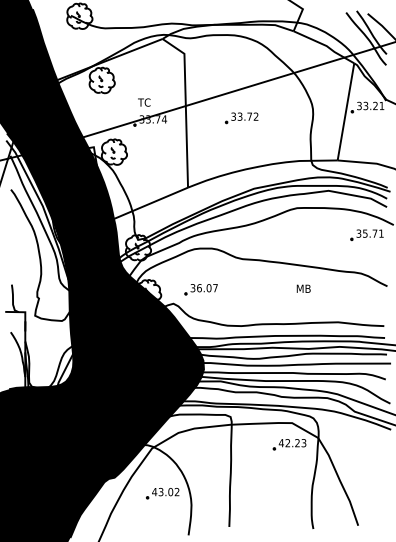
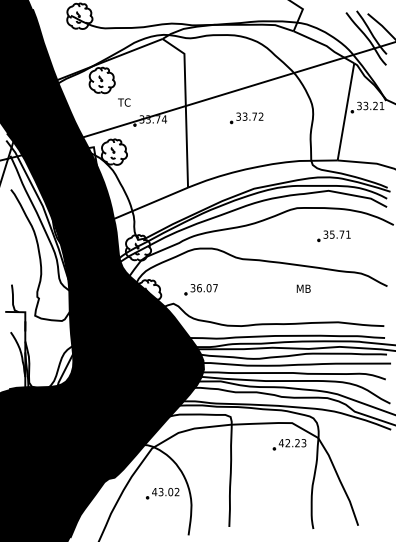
text at (144, 102) position: (144, 102) -> (124, 102)
part at (241, 118) position: (241, 118) -> (246, 118)
part at (366, 235) position: (366, 235) -> (333, 236)
